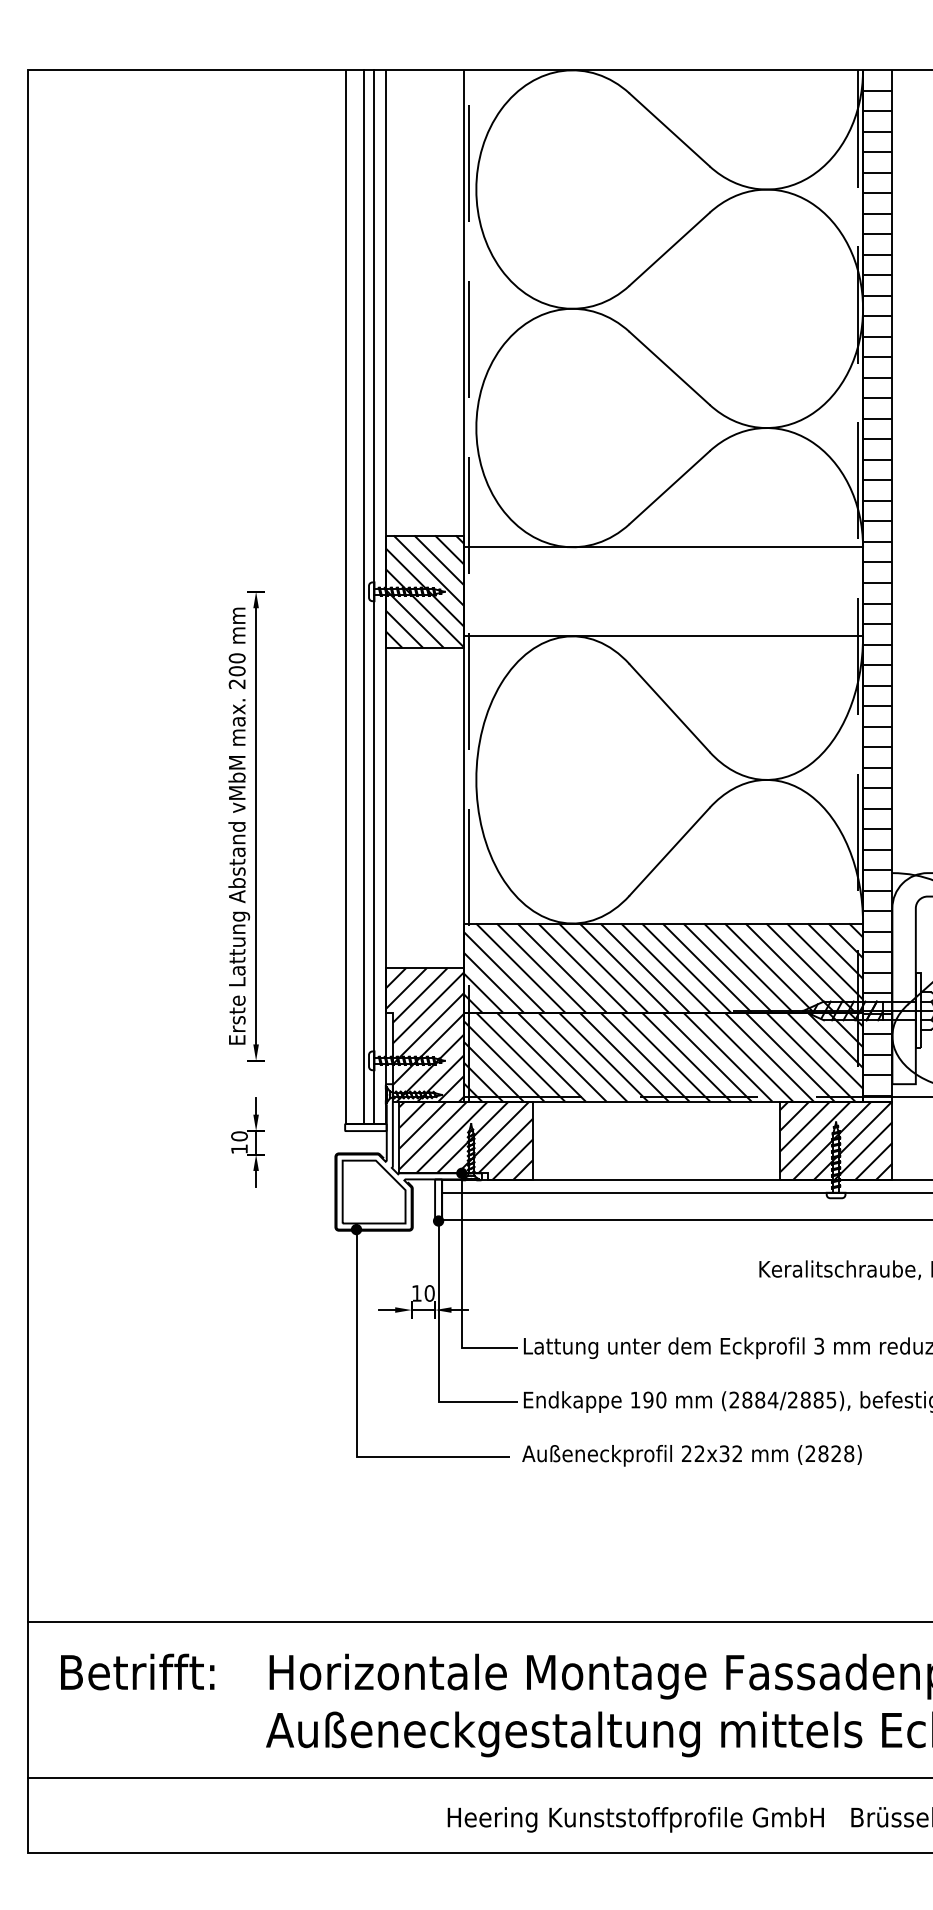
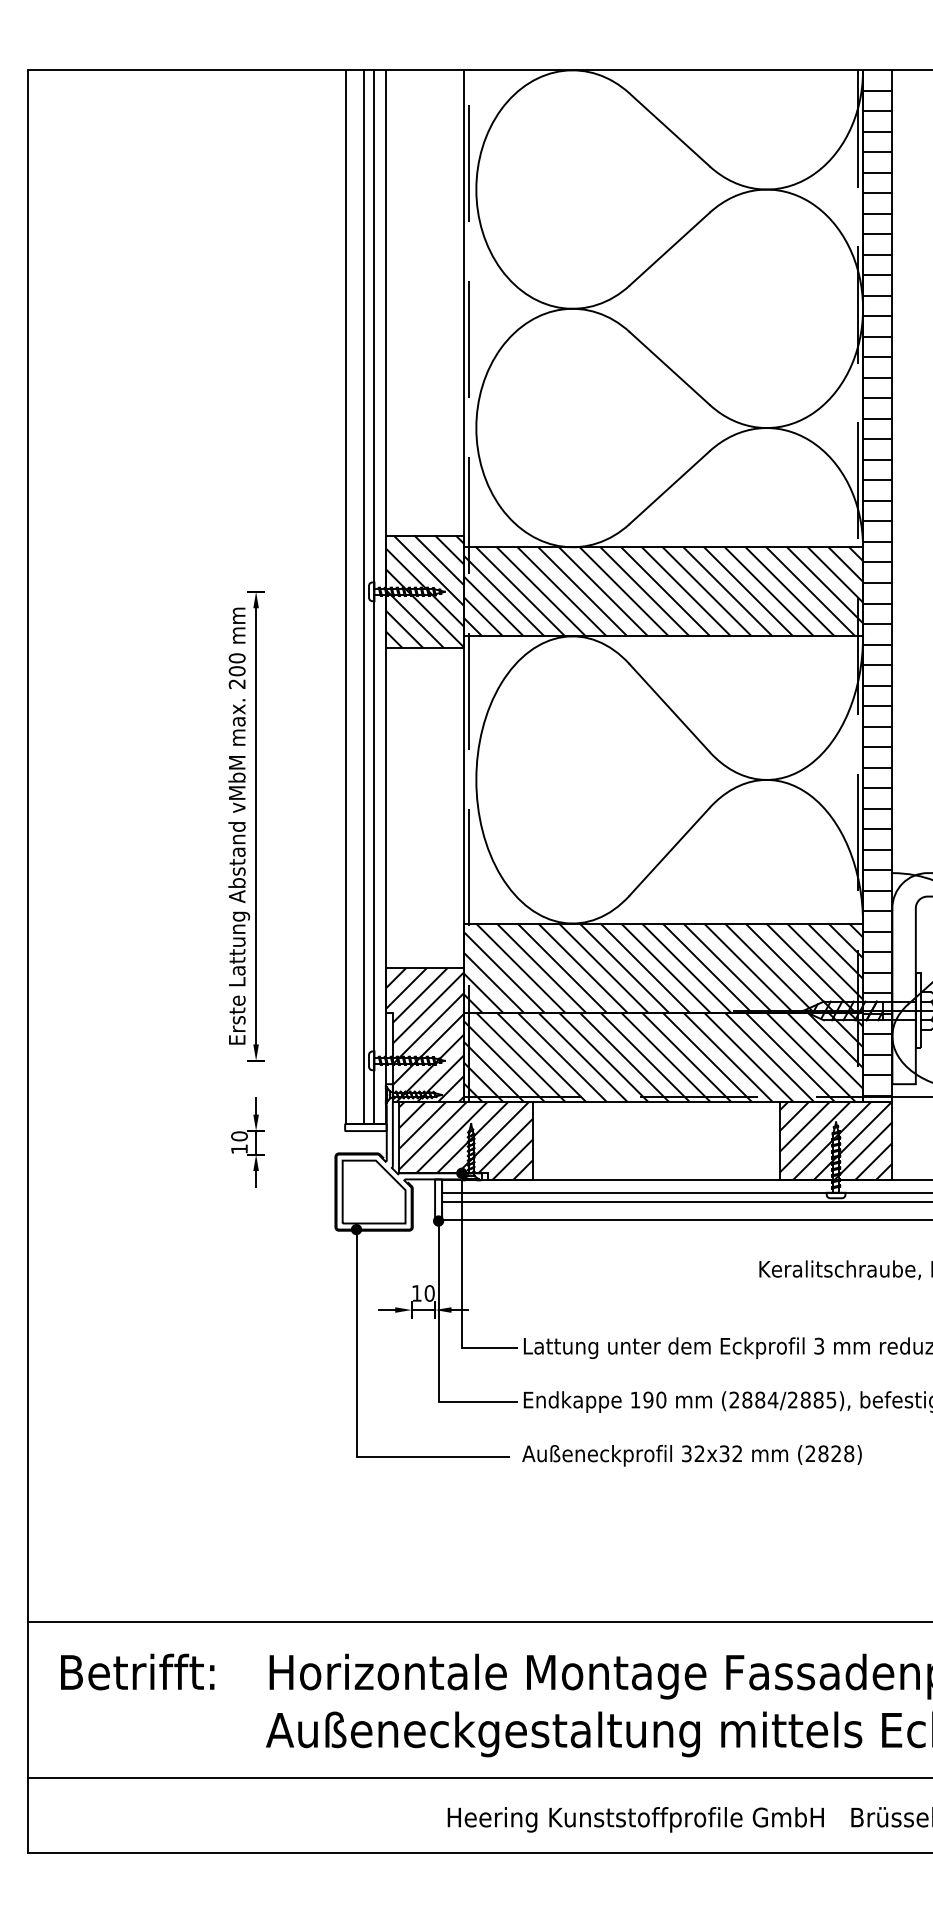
hatch at (663, 591): none -> present
line at (685, 1202): none -> present
text at (686, 1453): 22x32 -> 32x32
